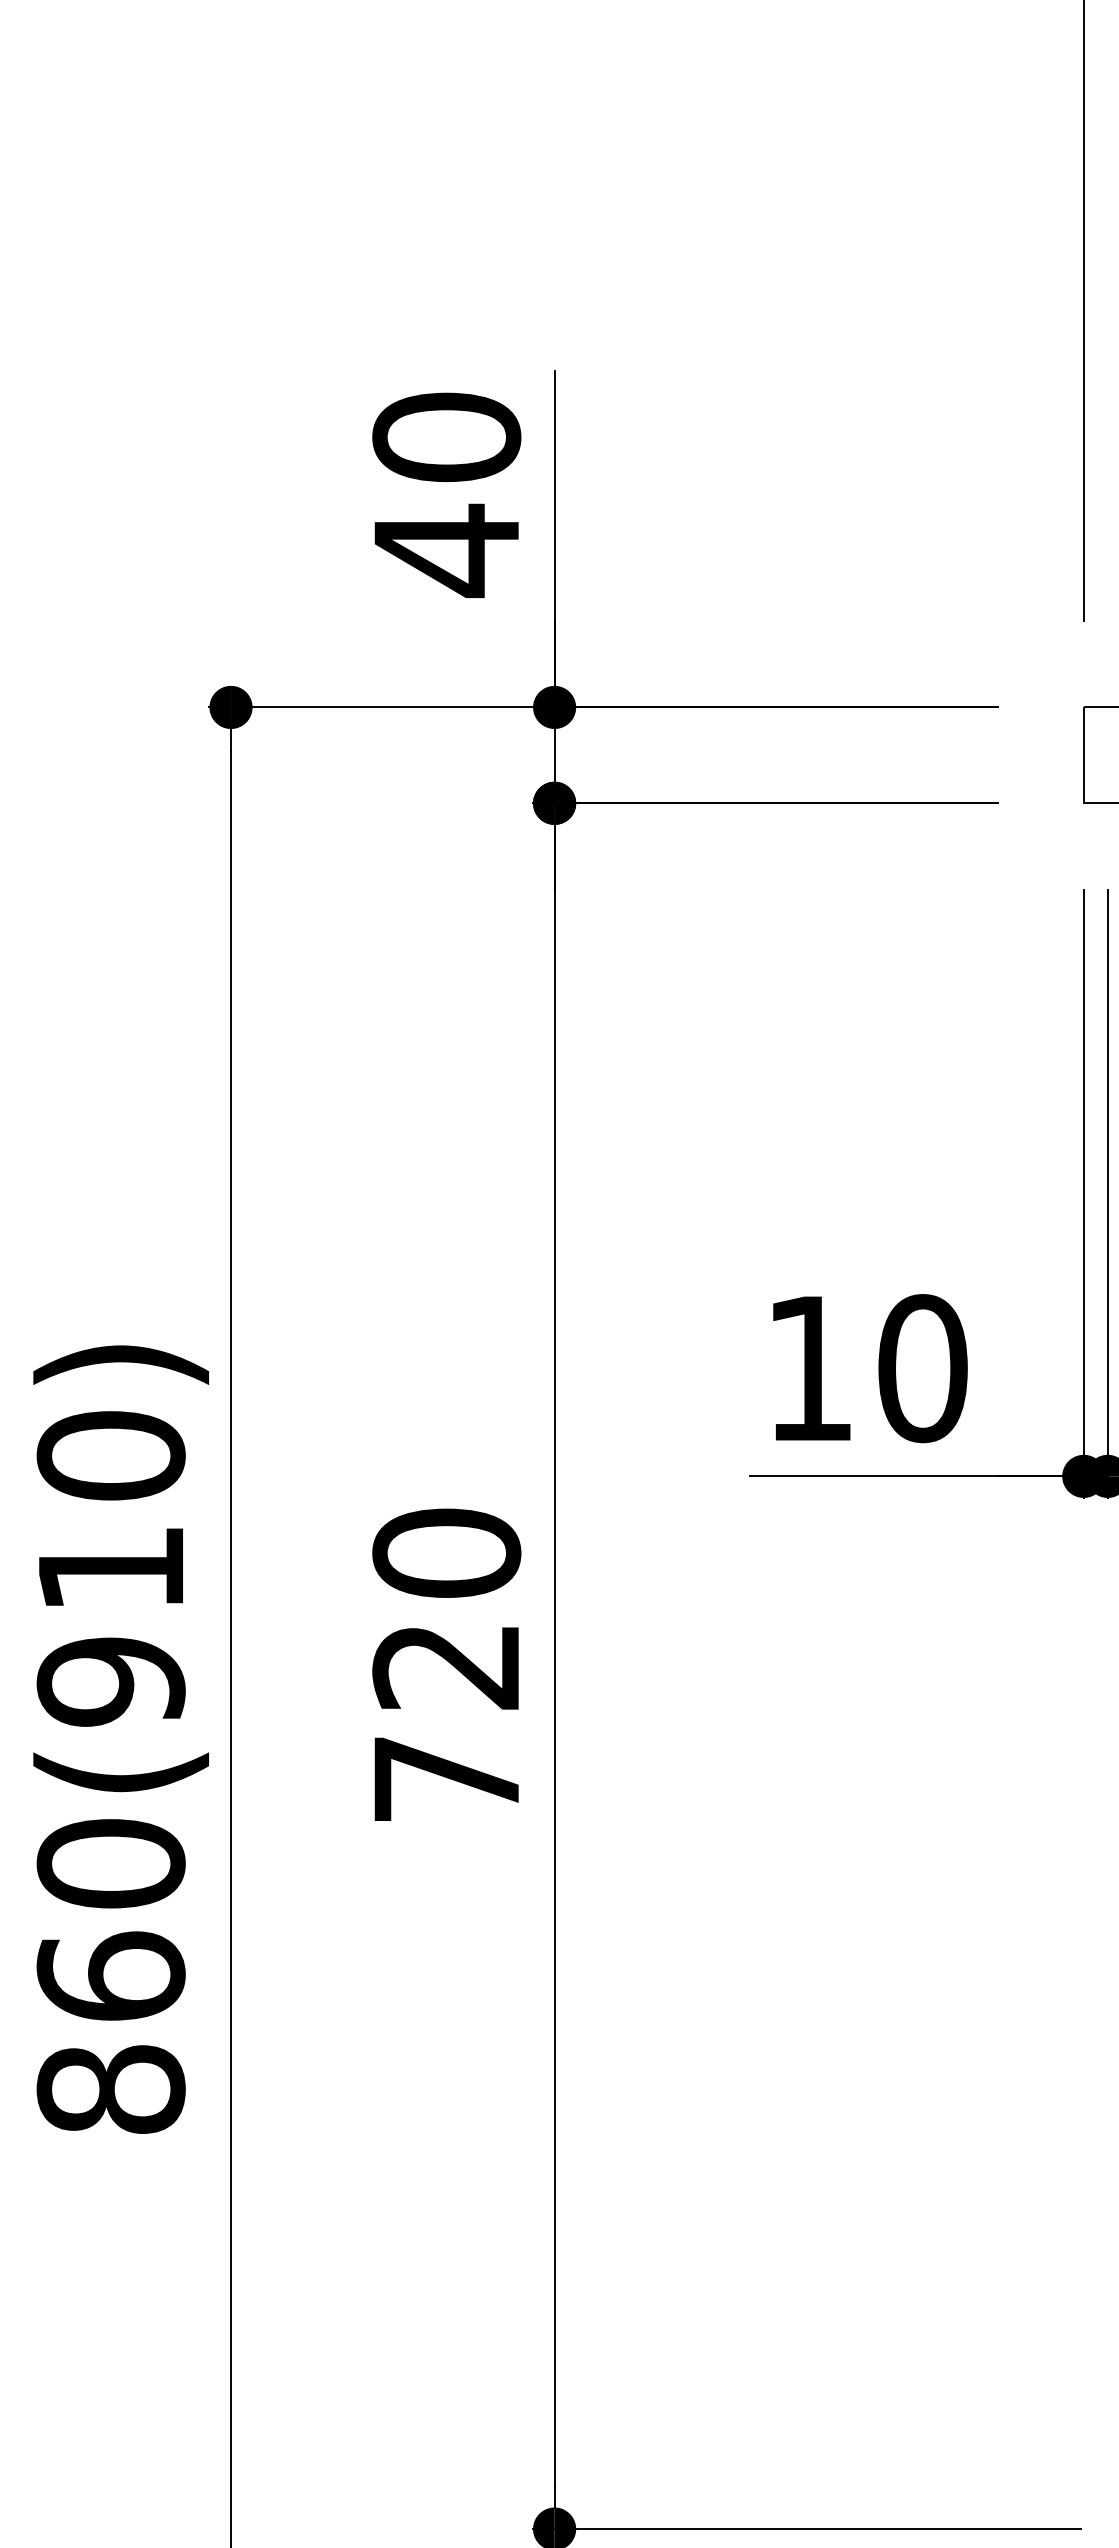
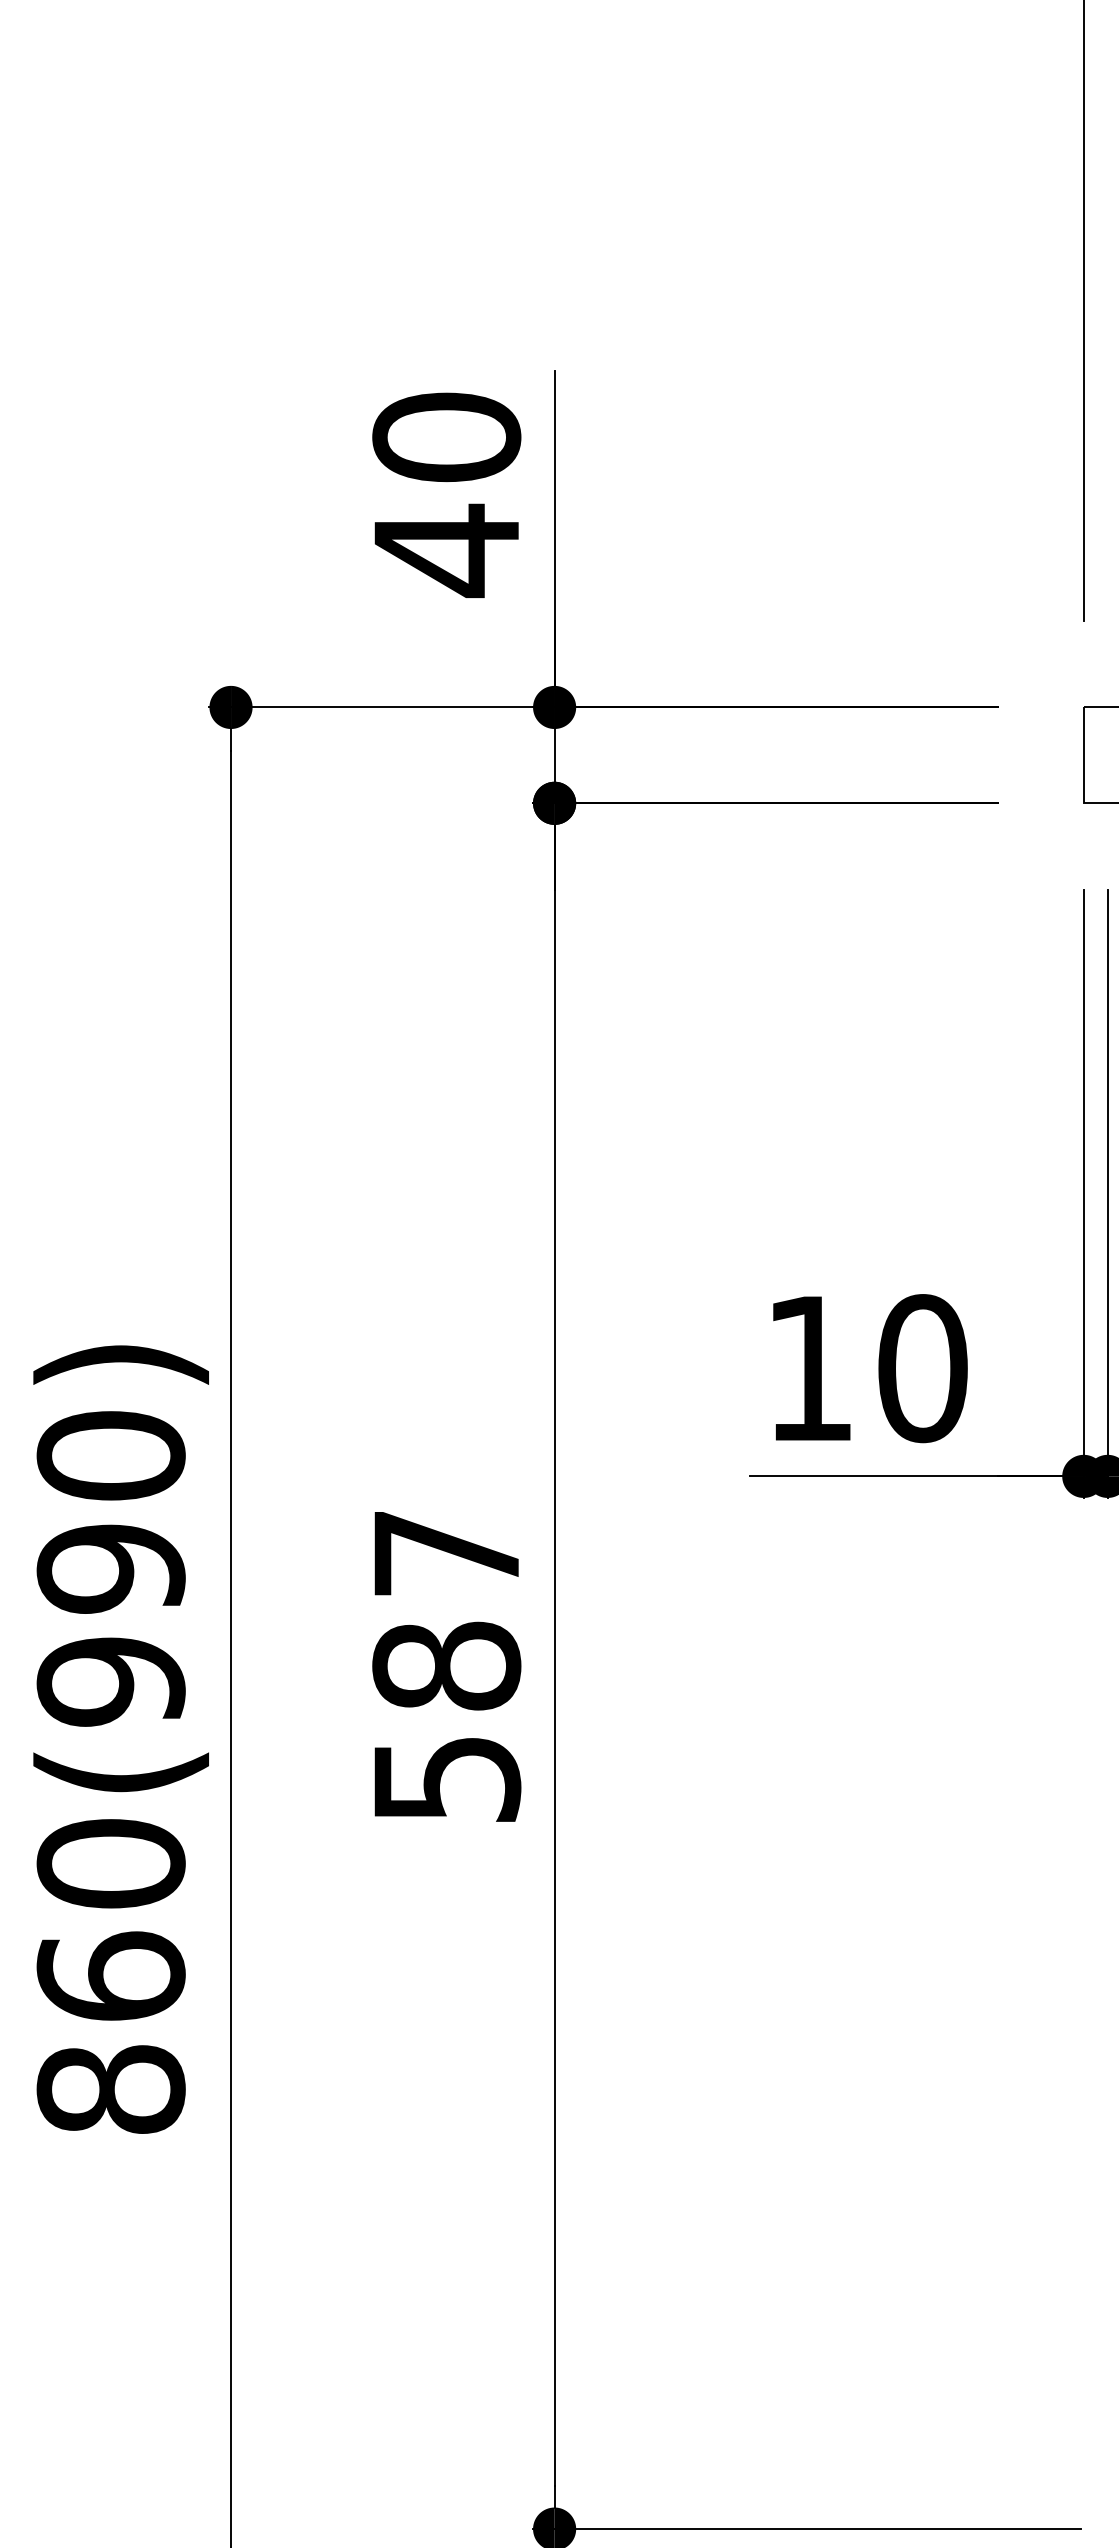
text at (110, 1568): 860(910) -> 860(990)
text at (446, 1664): 720 -> 587
